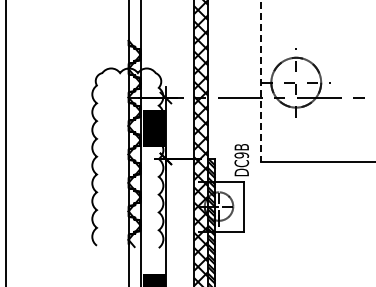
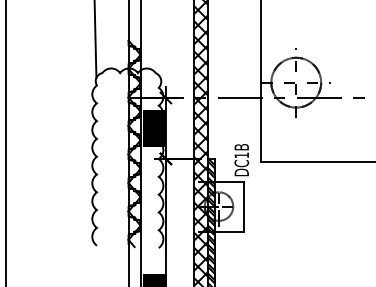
line at (95, 39): none -> present
line at (260, 80): dashed -> solid
text at (241, 155): DC9B -> DC1B
